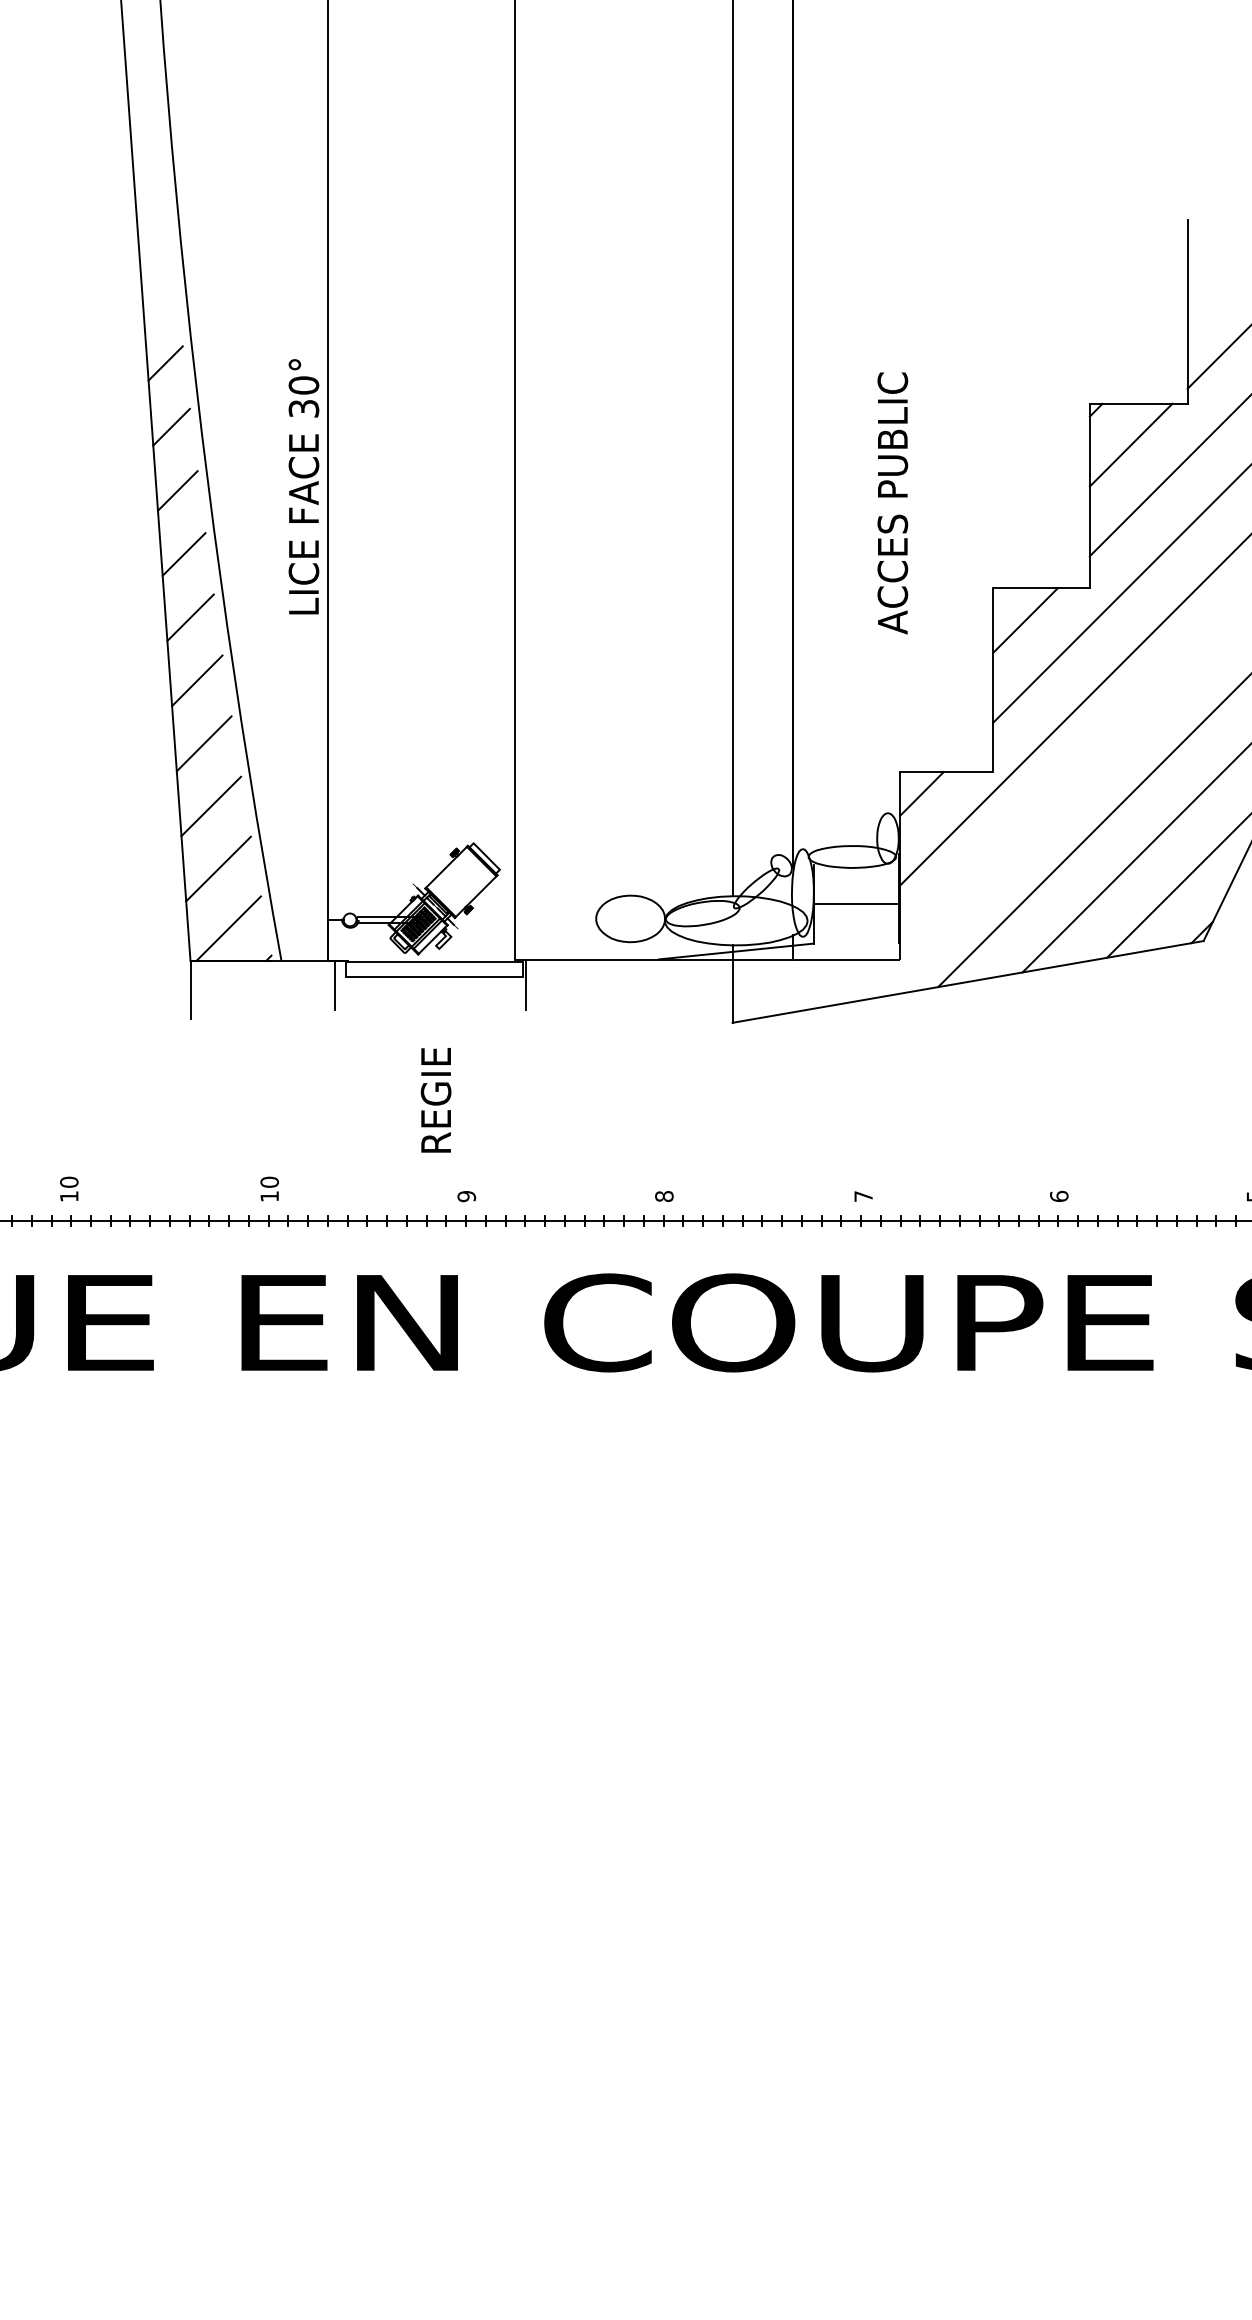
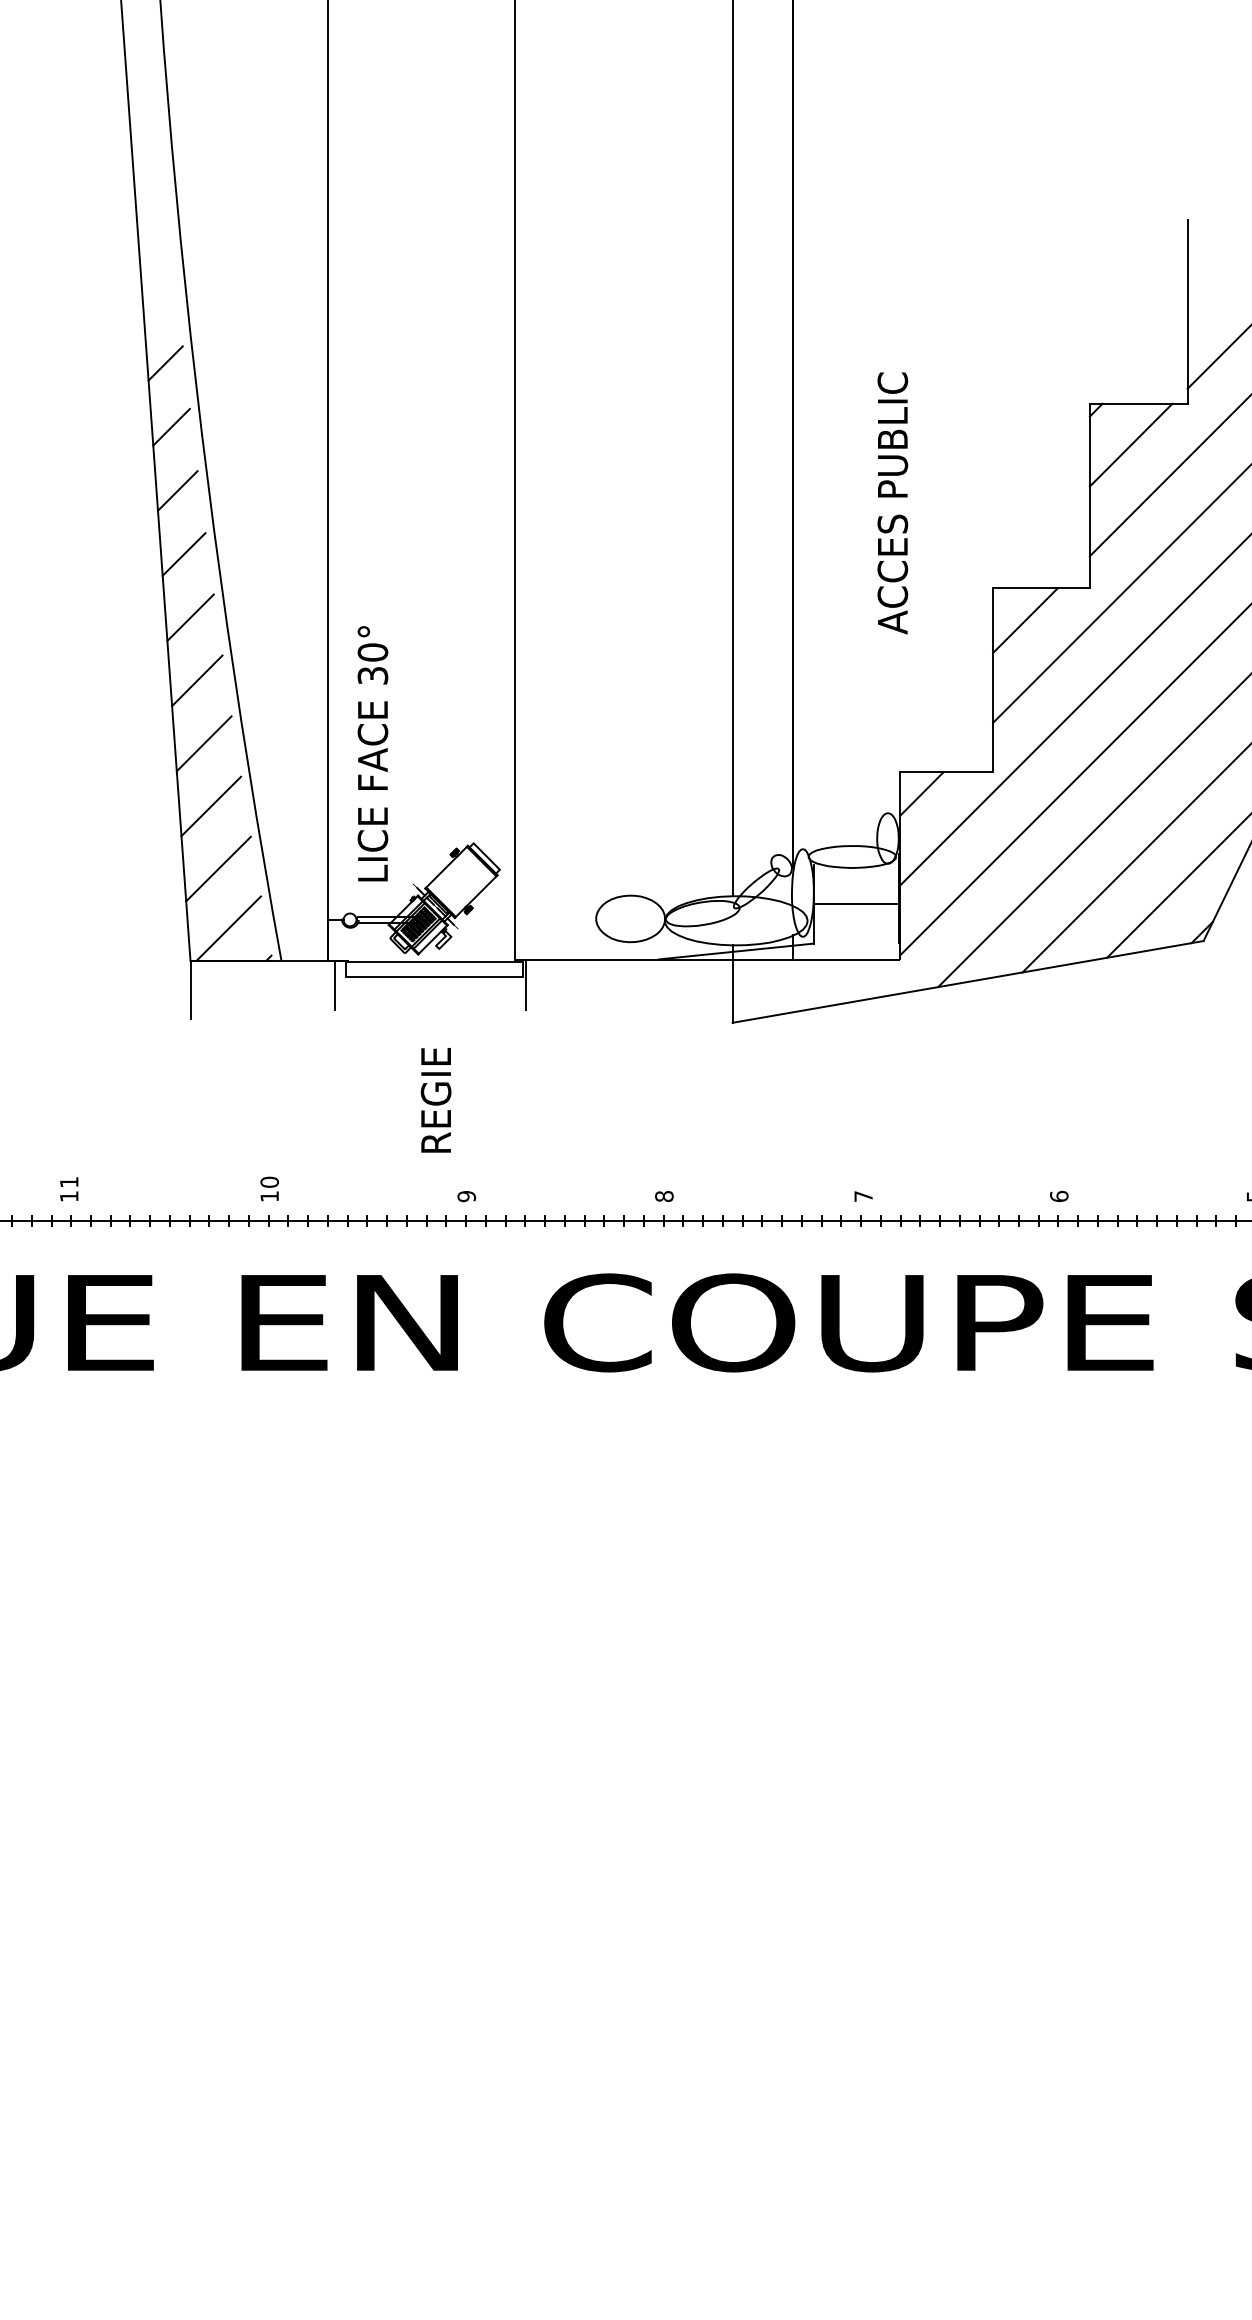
text at (303, 486) position: (303, 486) -> (372, 753)
line at (1074, 781): none -> present
text at (69, 1181): 10 -> 11
